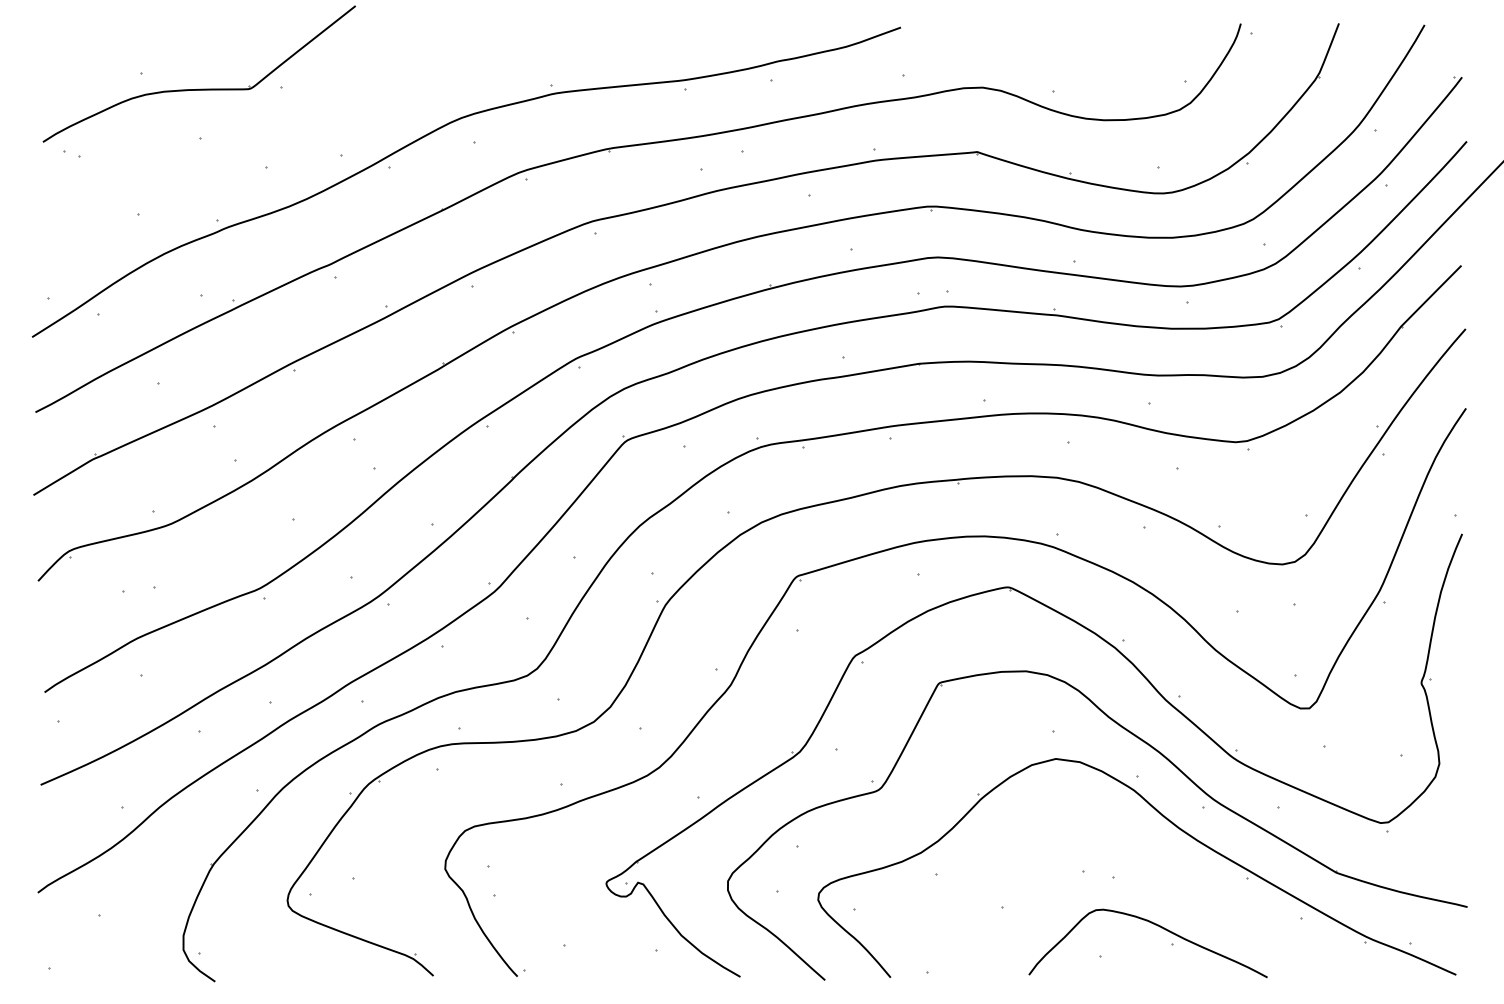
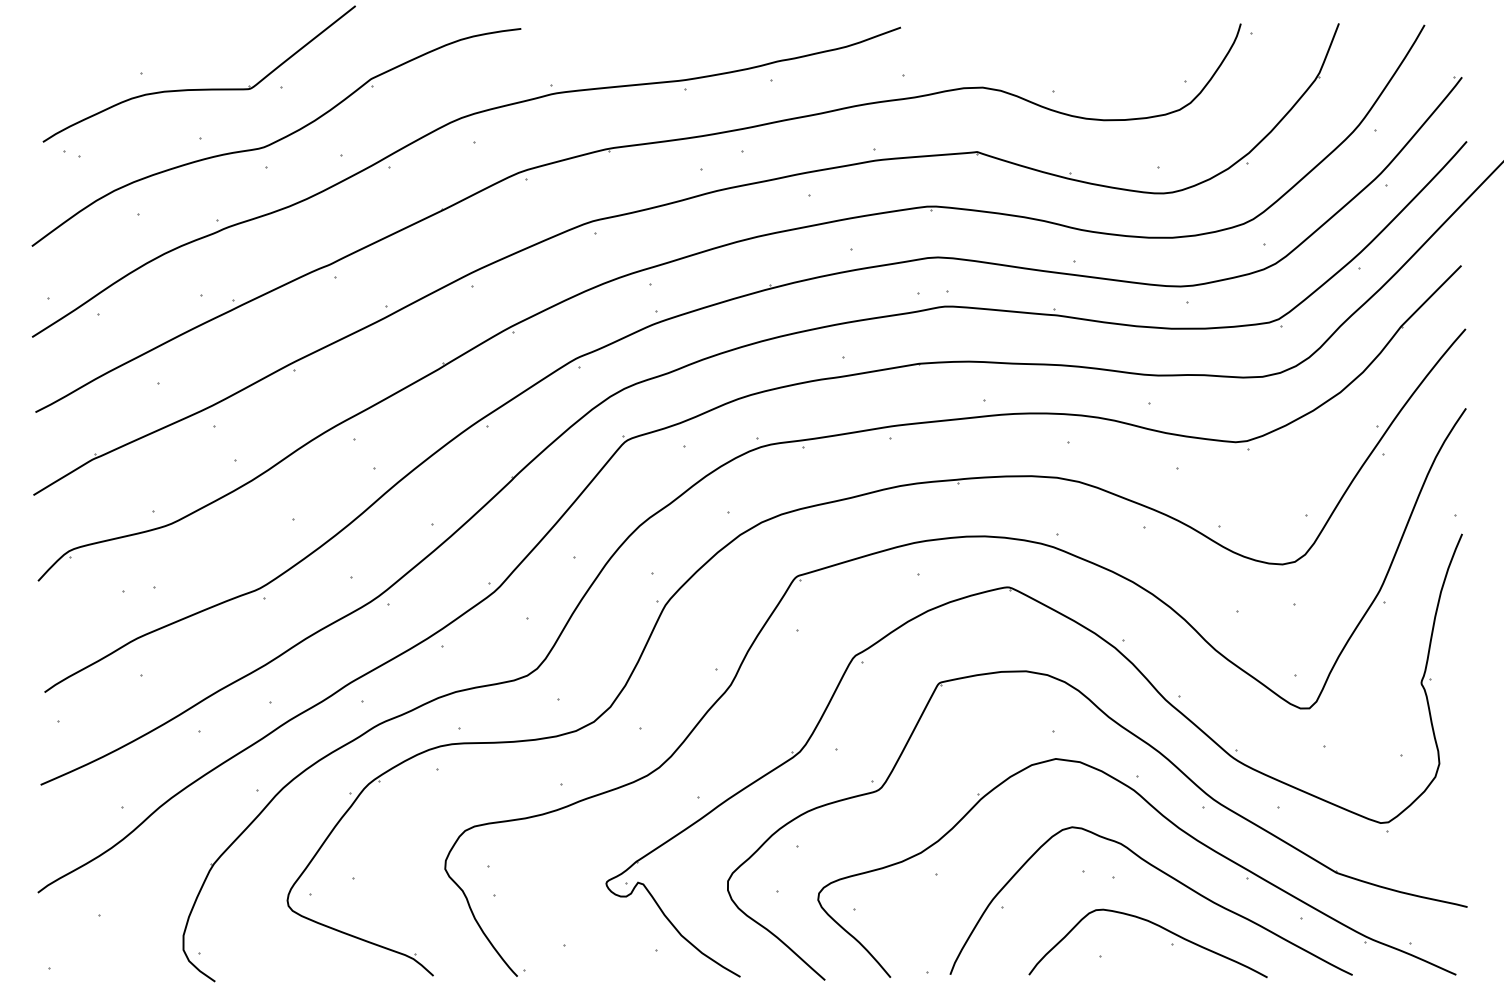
part at (276, 137): none -> present
curve at (1166, 875): none -> present
